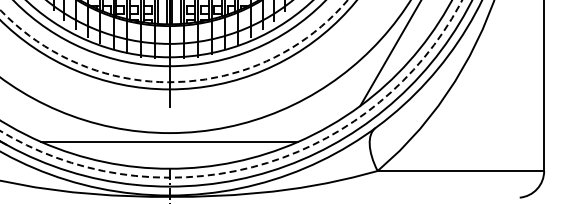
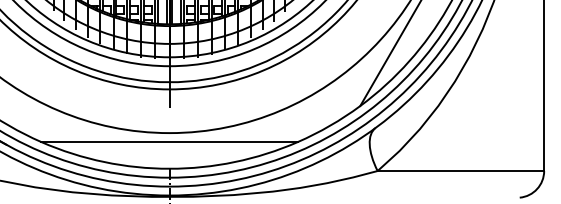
arc at (177, 82): dashed -> solid
circle at (231, 88): dashed -> solid
